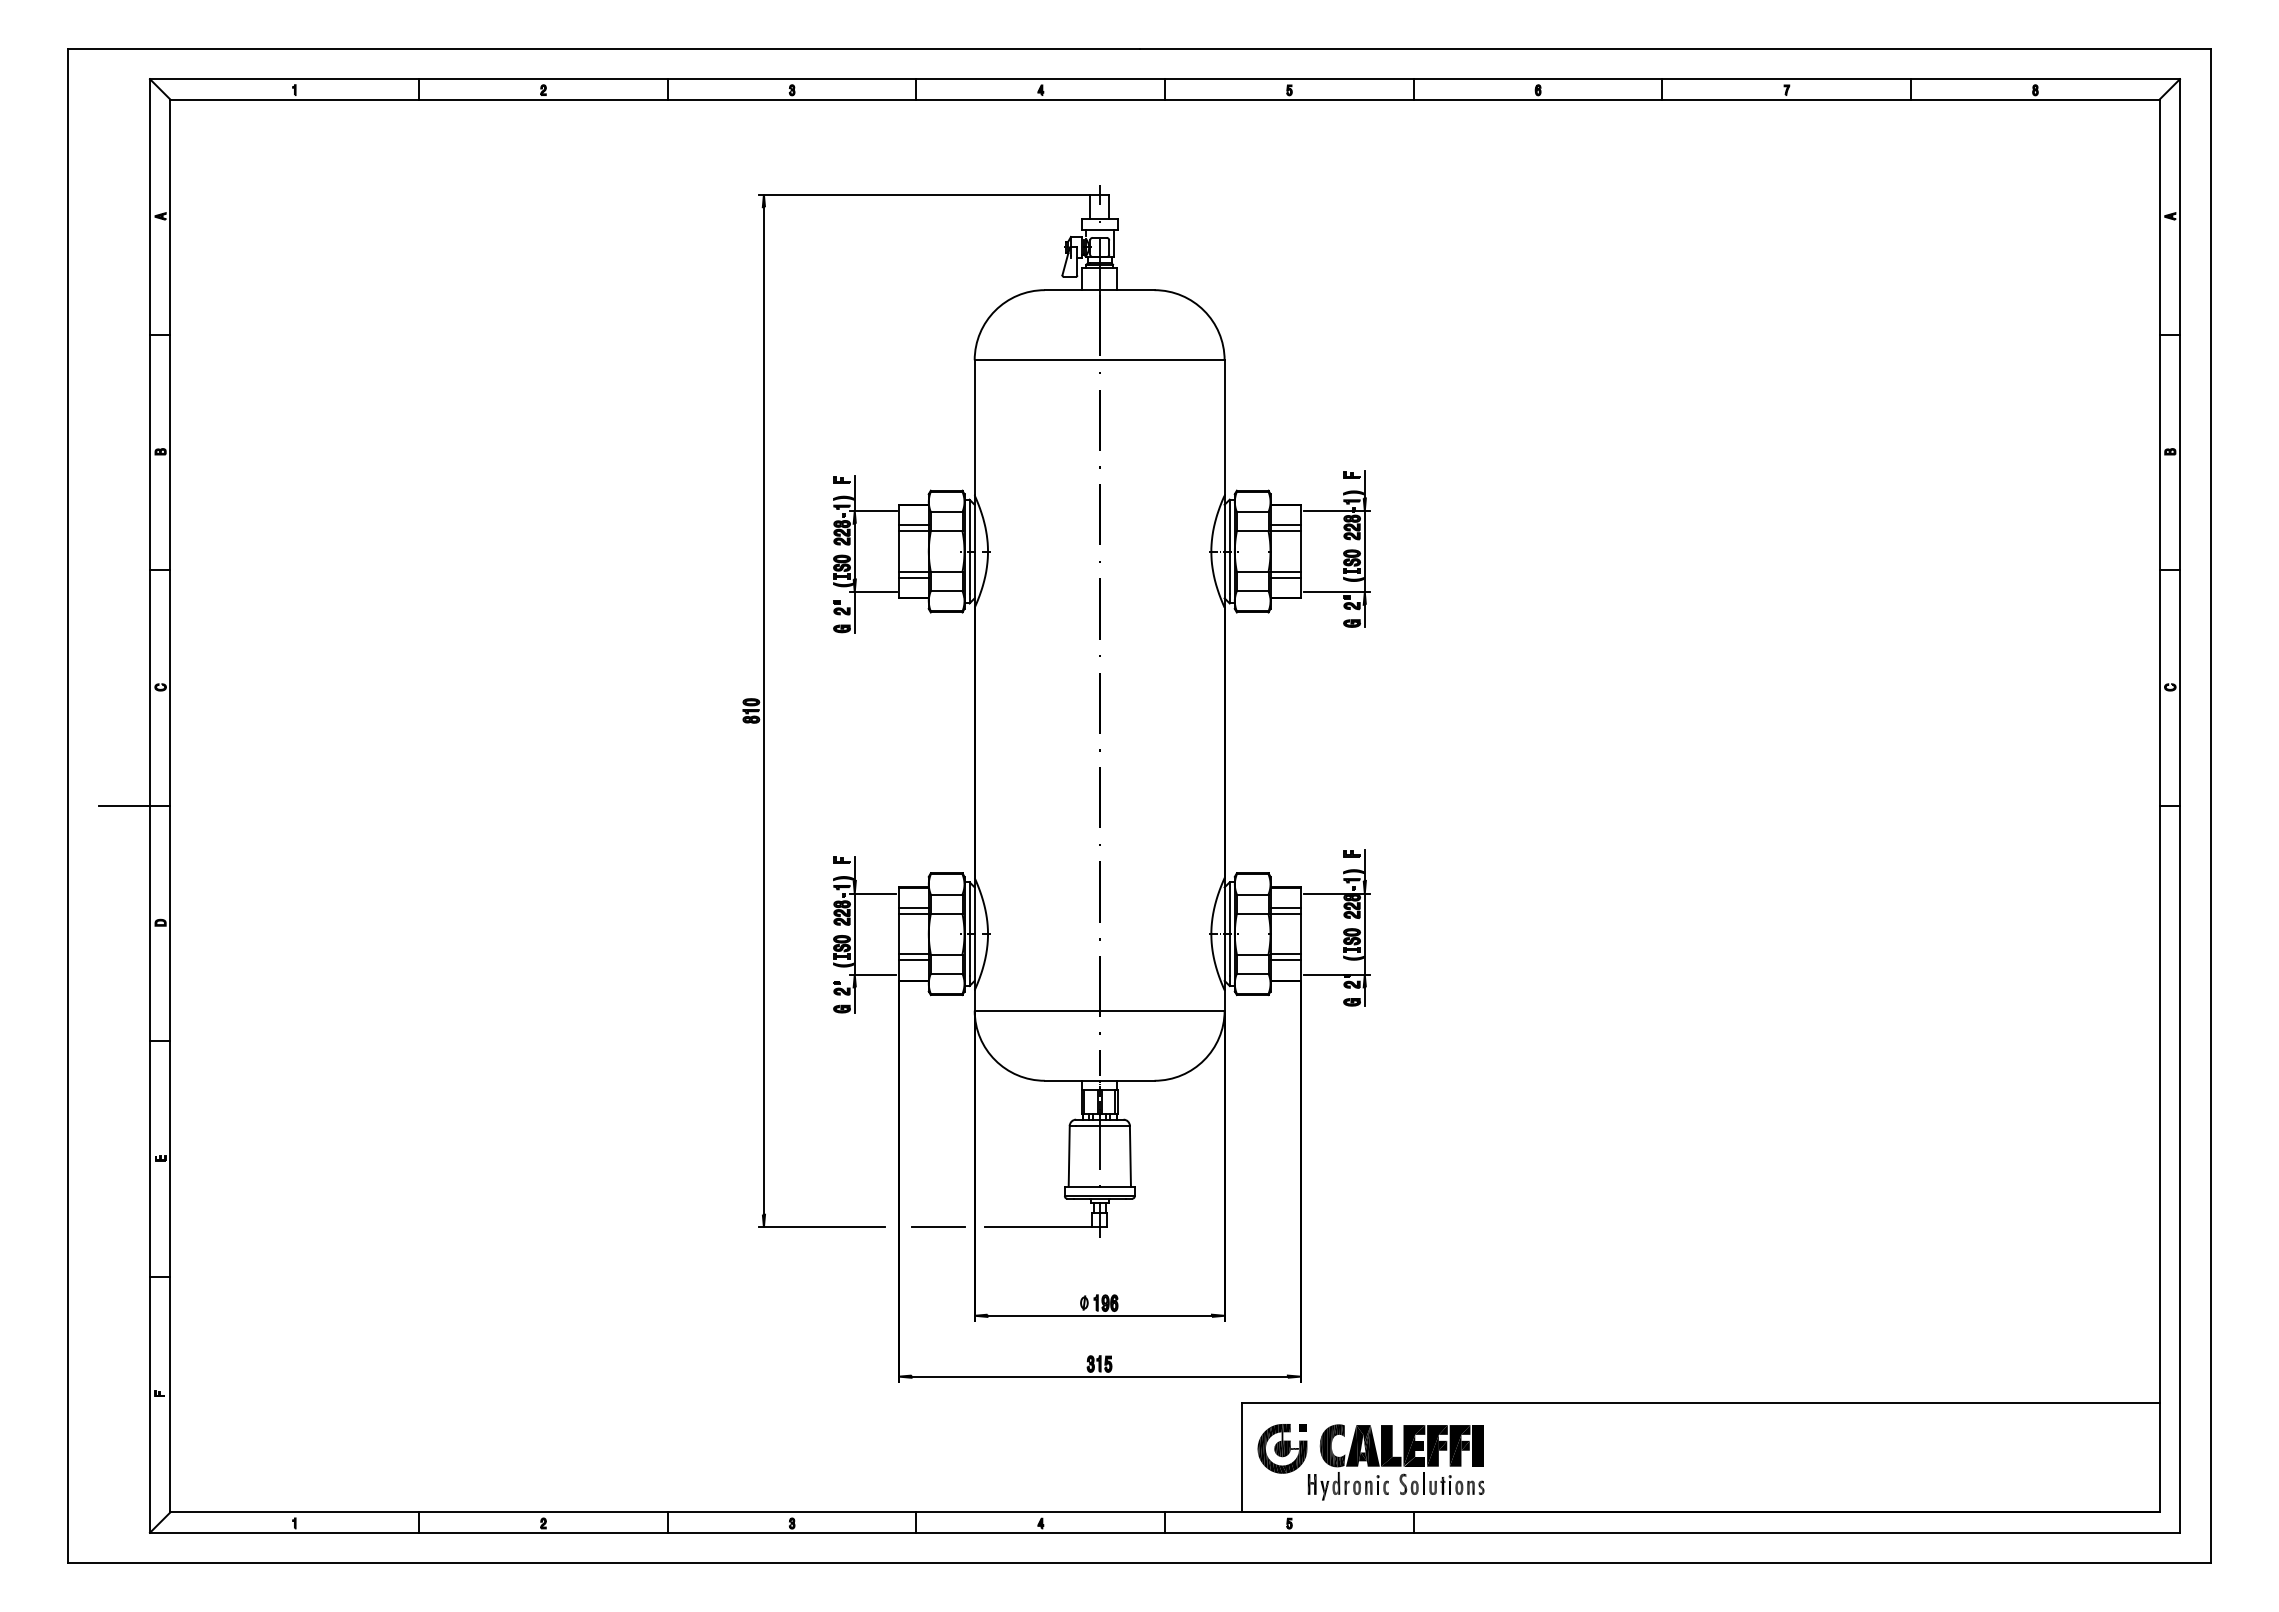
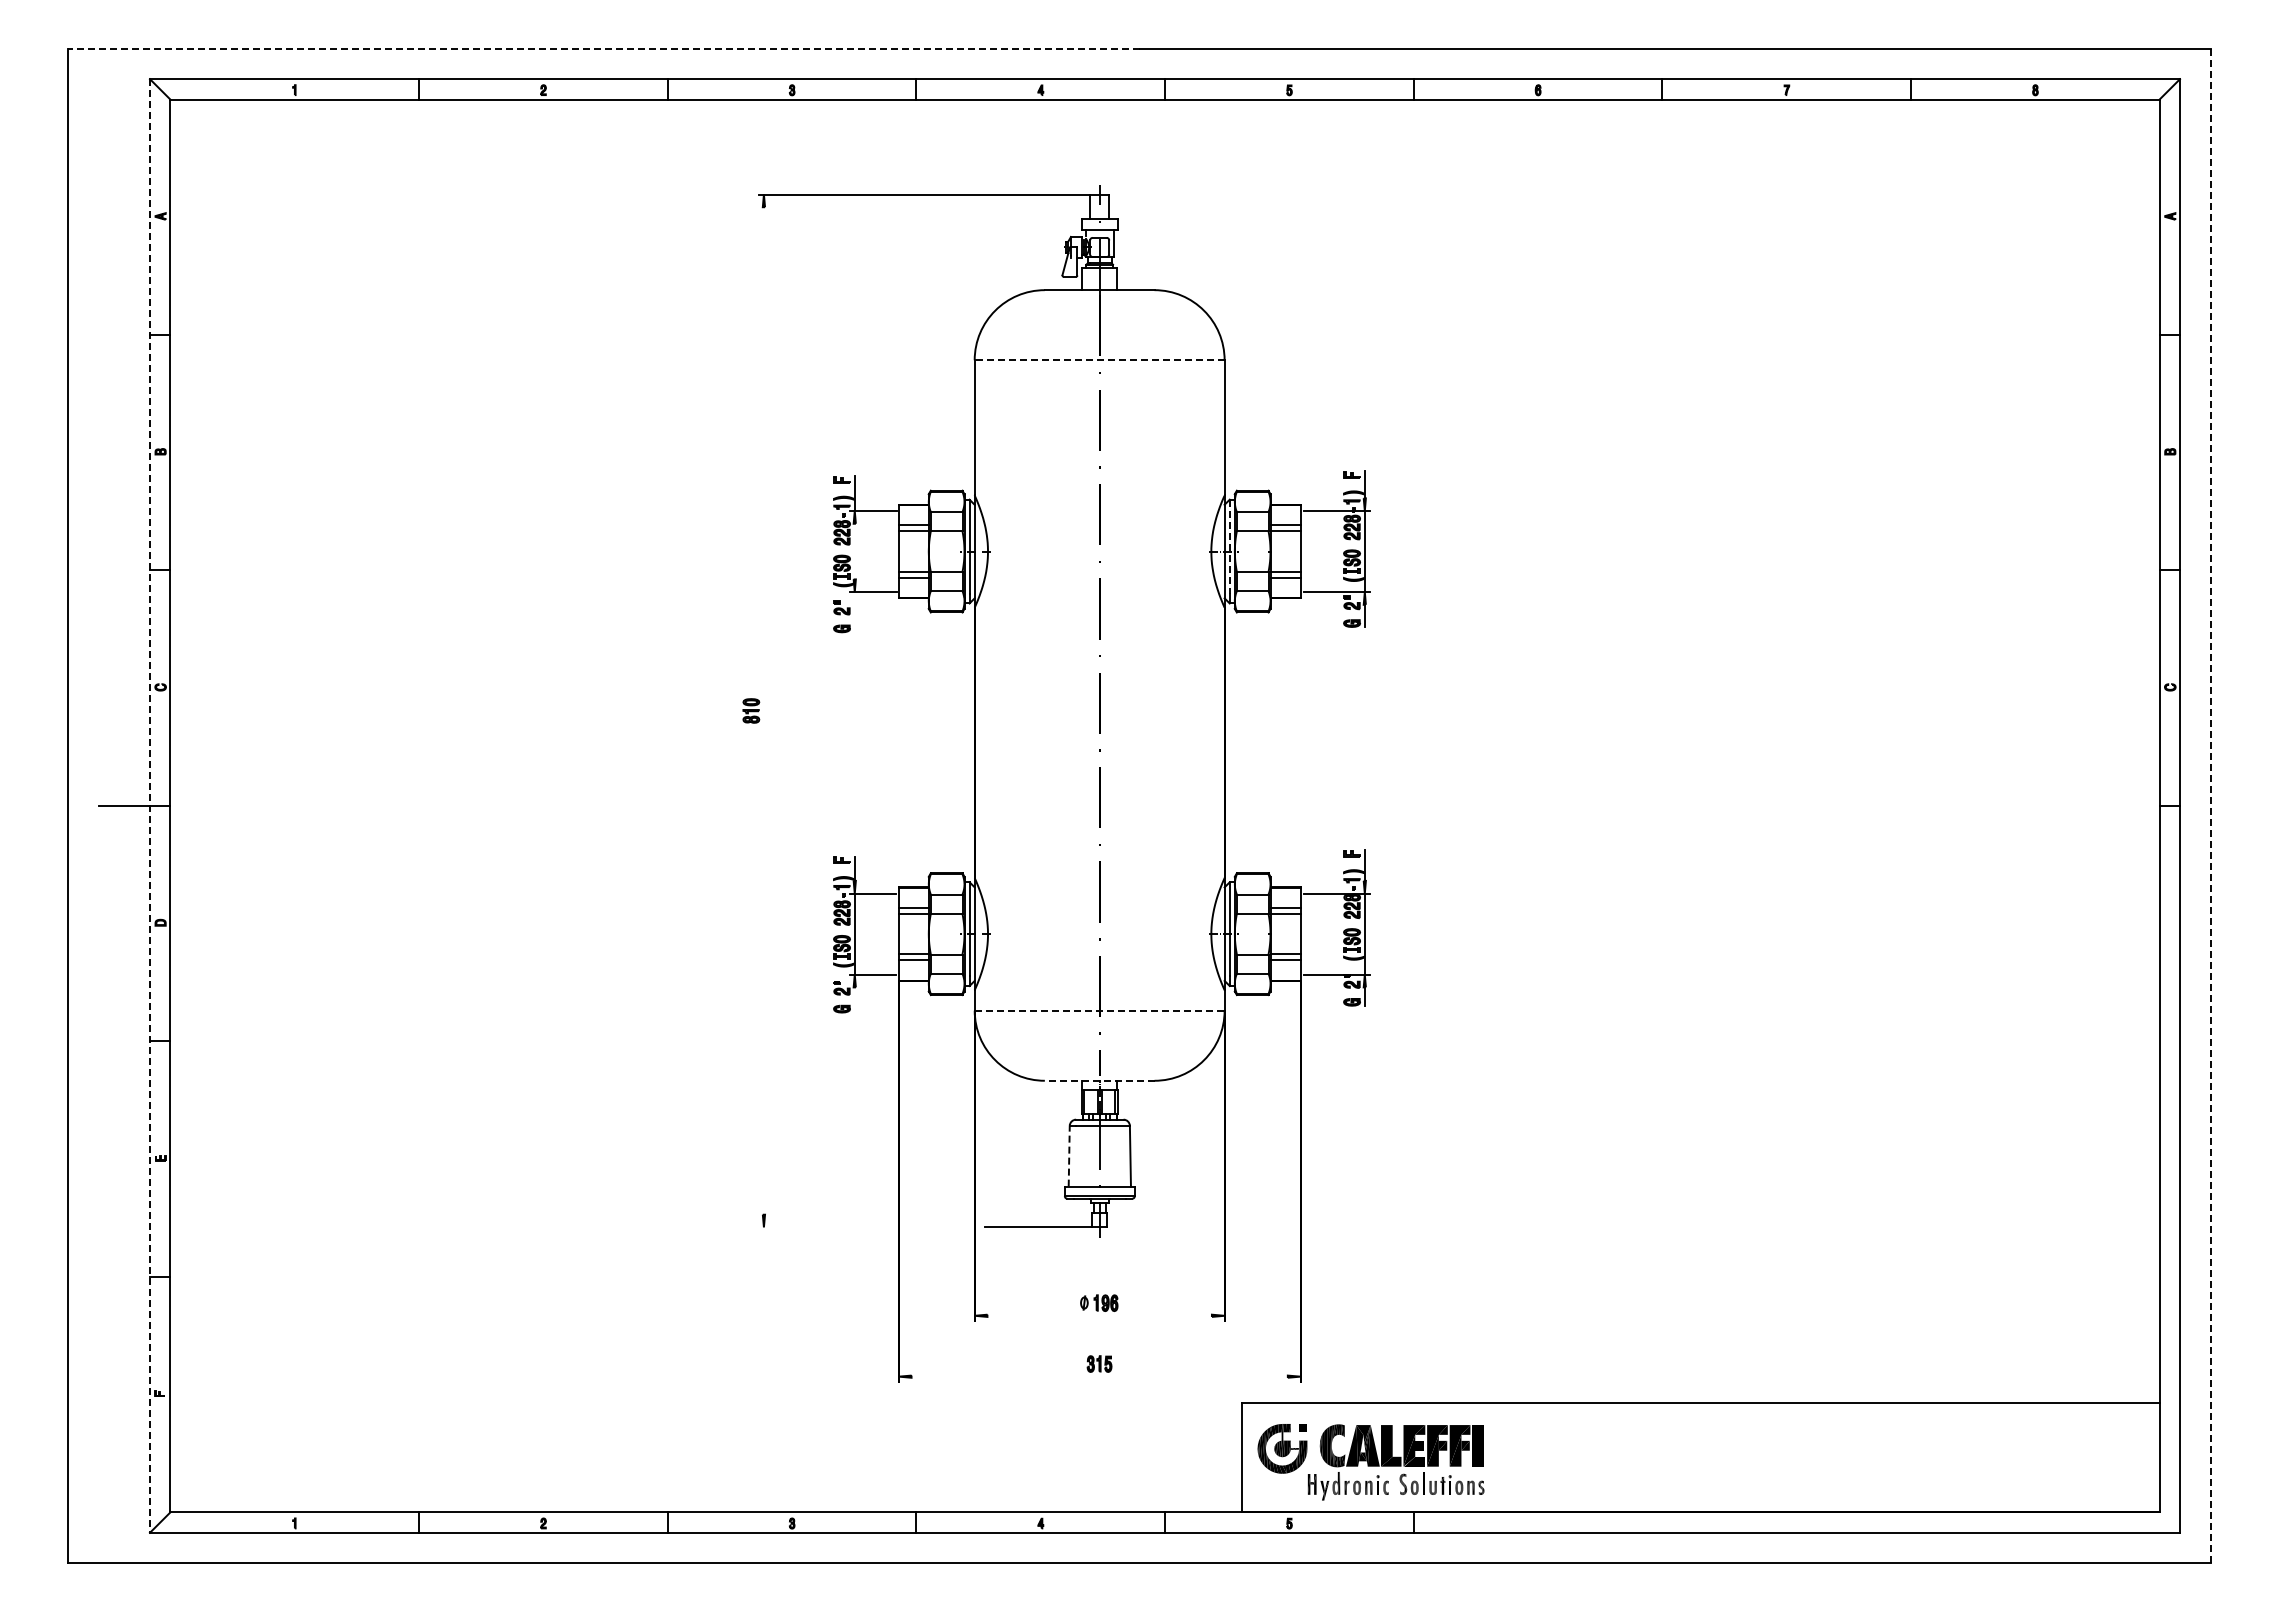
line at (603, 48): solid -> dashed
line at (1099, 360): solid -> dashed
line at (1229, 546): solid -> dashed
line at (854, 551): present -> none
line at (854, 612): present -> none
line at (763, 710): present -> none
line at (2210, 805): solid -> dashed
line at (149, 806): solid -> dashed
line at (854, 1000): present -> none
line at (1099, 1010): solid -> dashed
line at (1099, 1080): solid -> dashed
line at (1069, 1155): solid -> dashed
line at (821, 1227): present -> none
line at (938, 1227): present -> none
line at (1099, 1315): present -> none
line at (1099, 1376): present -> none
